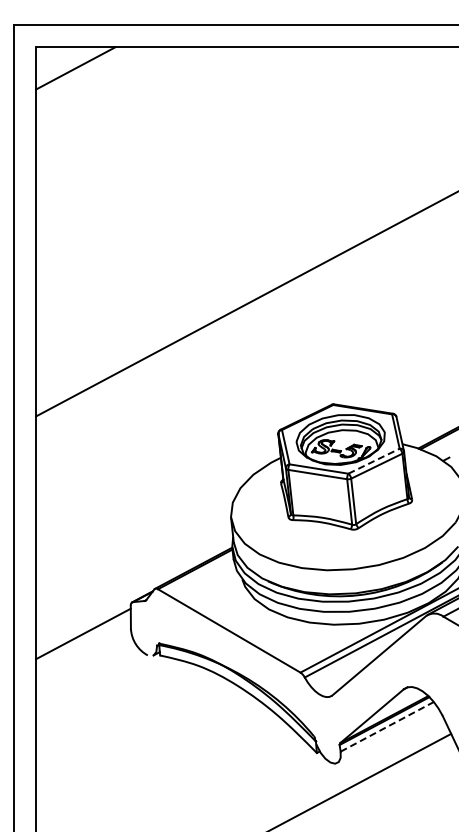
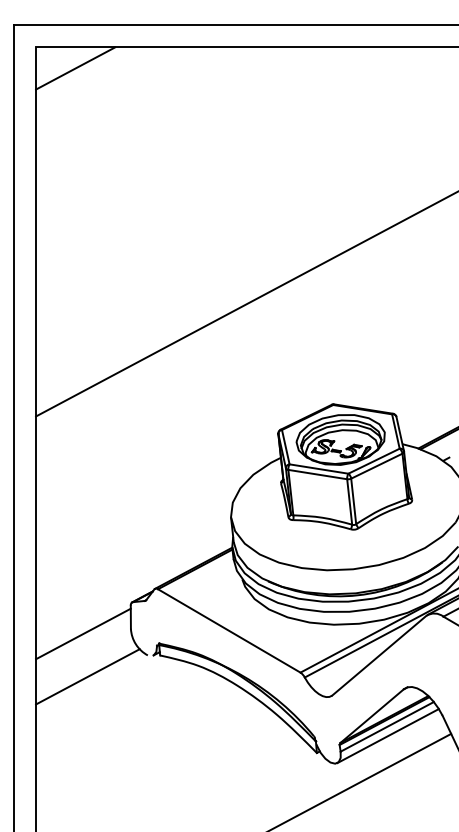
line at (374, 461): dashed -> solid
line at (87, 676): none -> present
line at (387, 726): dashed -> solid
line at (387, 736): none -> present
